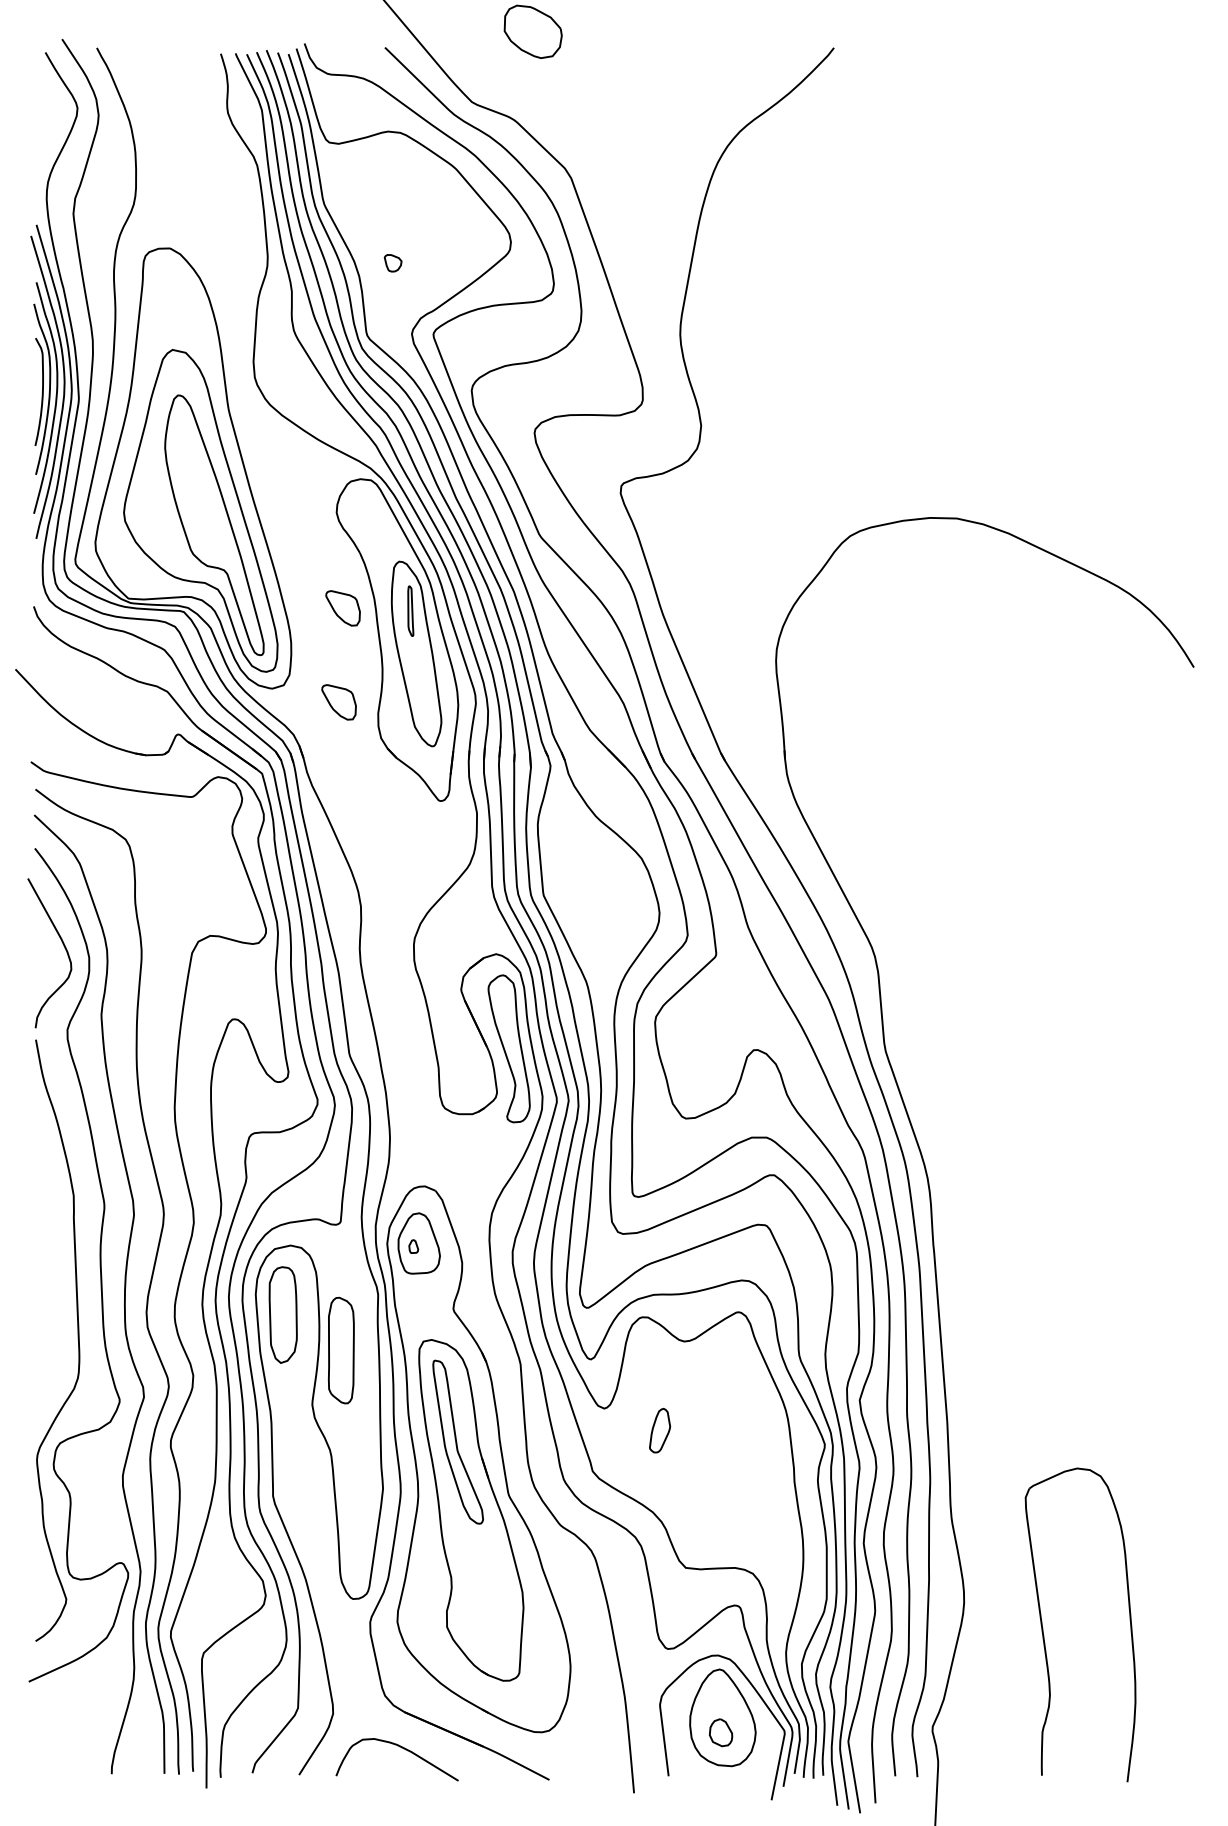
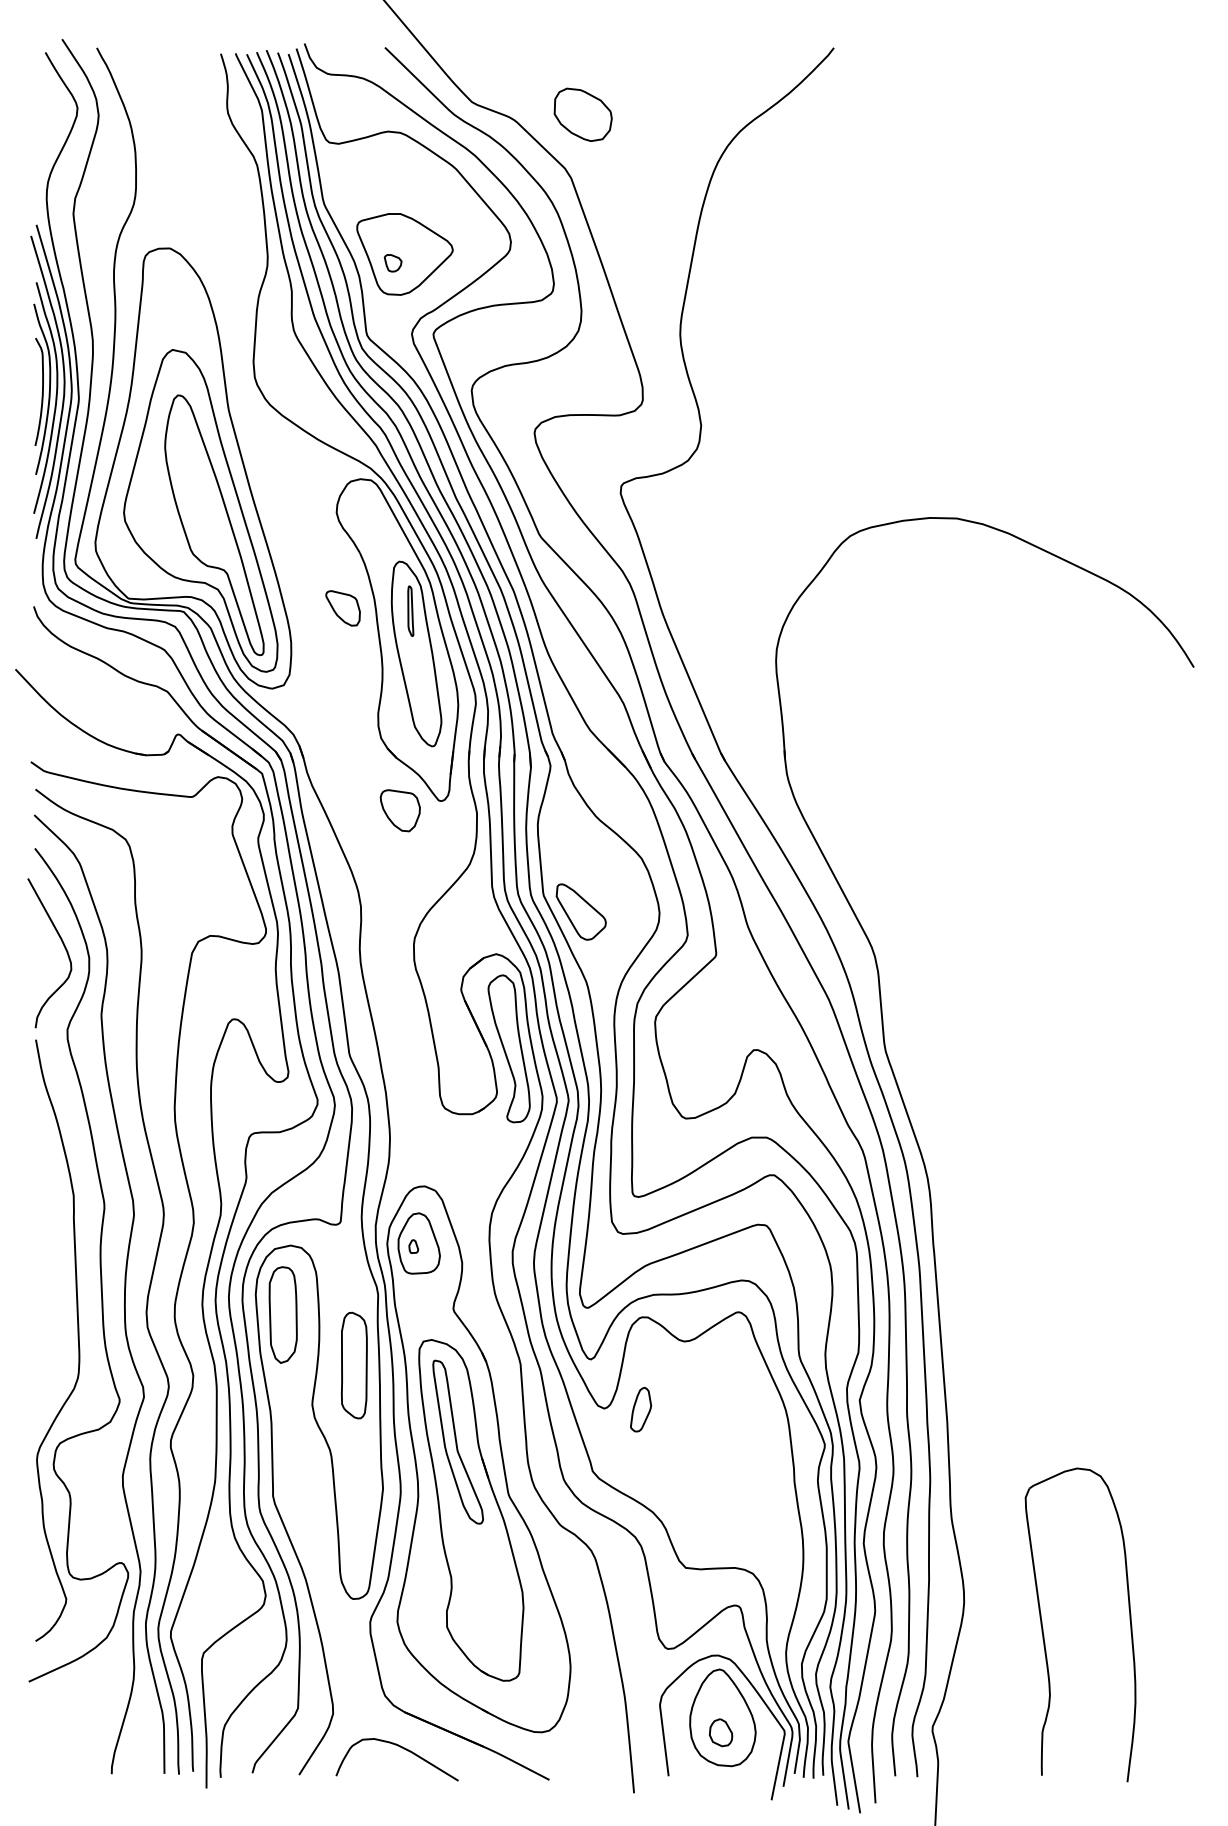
part at (532, 31) position: (532, 31) -> (582, 114)
part at (404, 254): none -> present
part at (338, 702): present -> none
part at (399, 810): none -> present
part at (580, 911): none -> present
part at (340, 1350) position: (340, 1350) -> (353, 1365)
part at (660, 1430) position: (660, 1430) -> (641, 1409)
